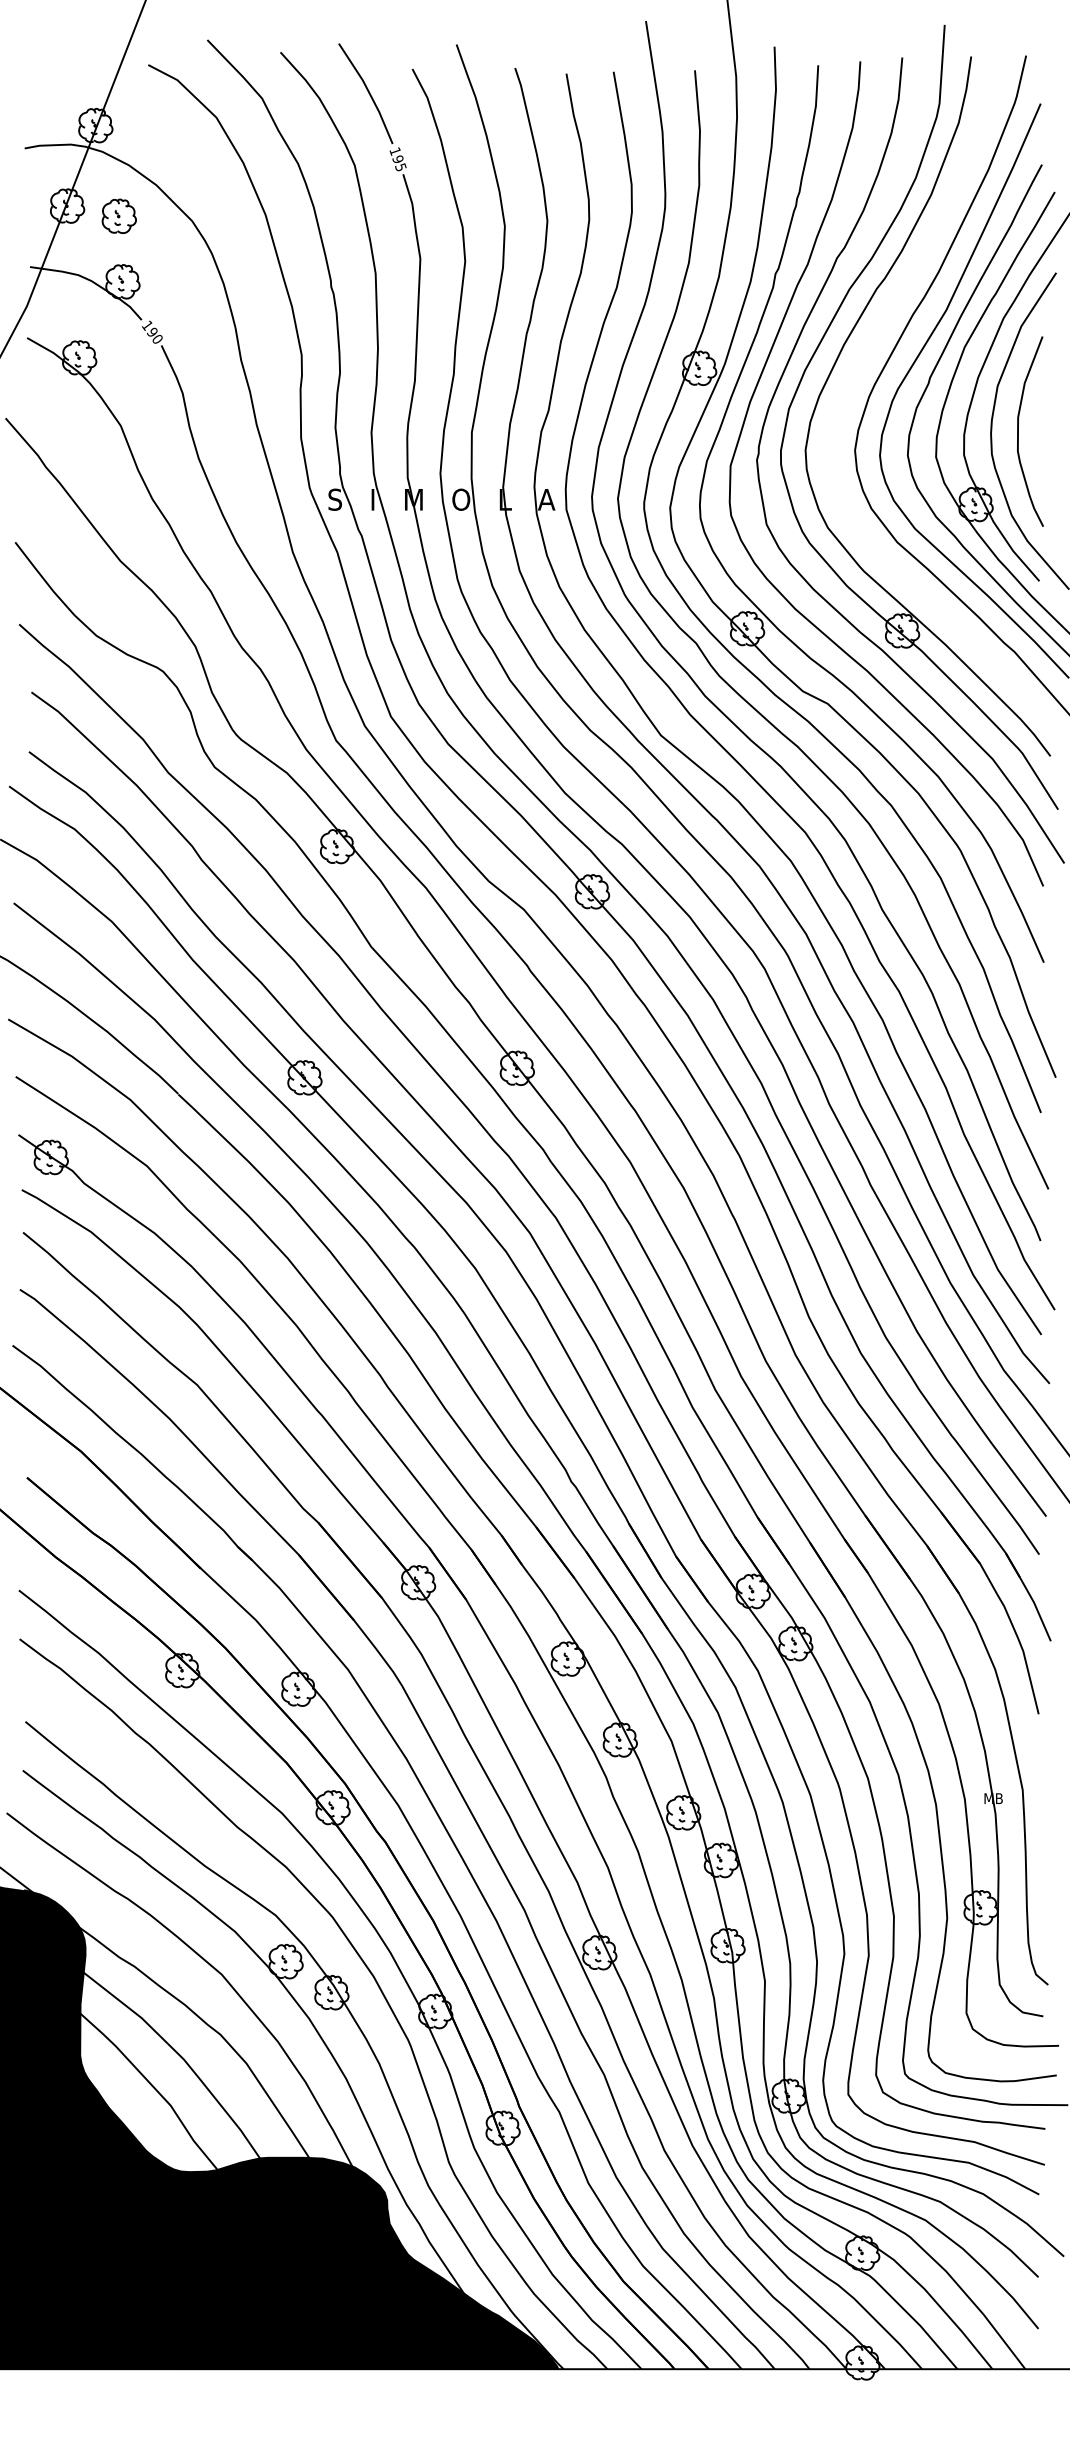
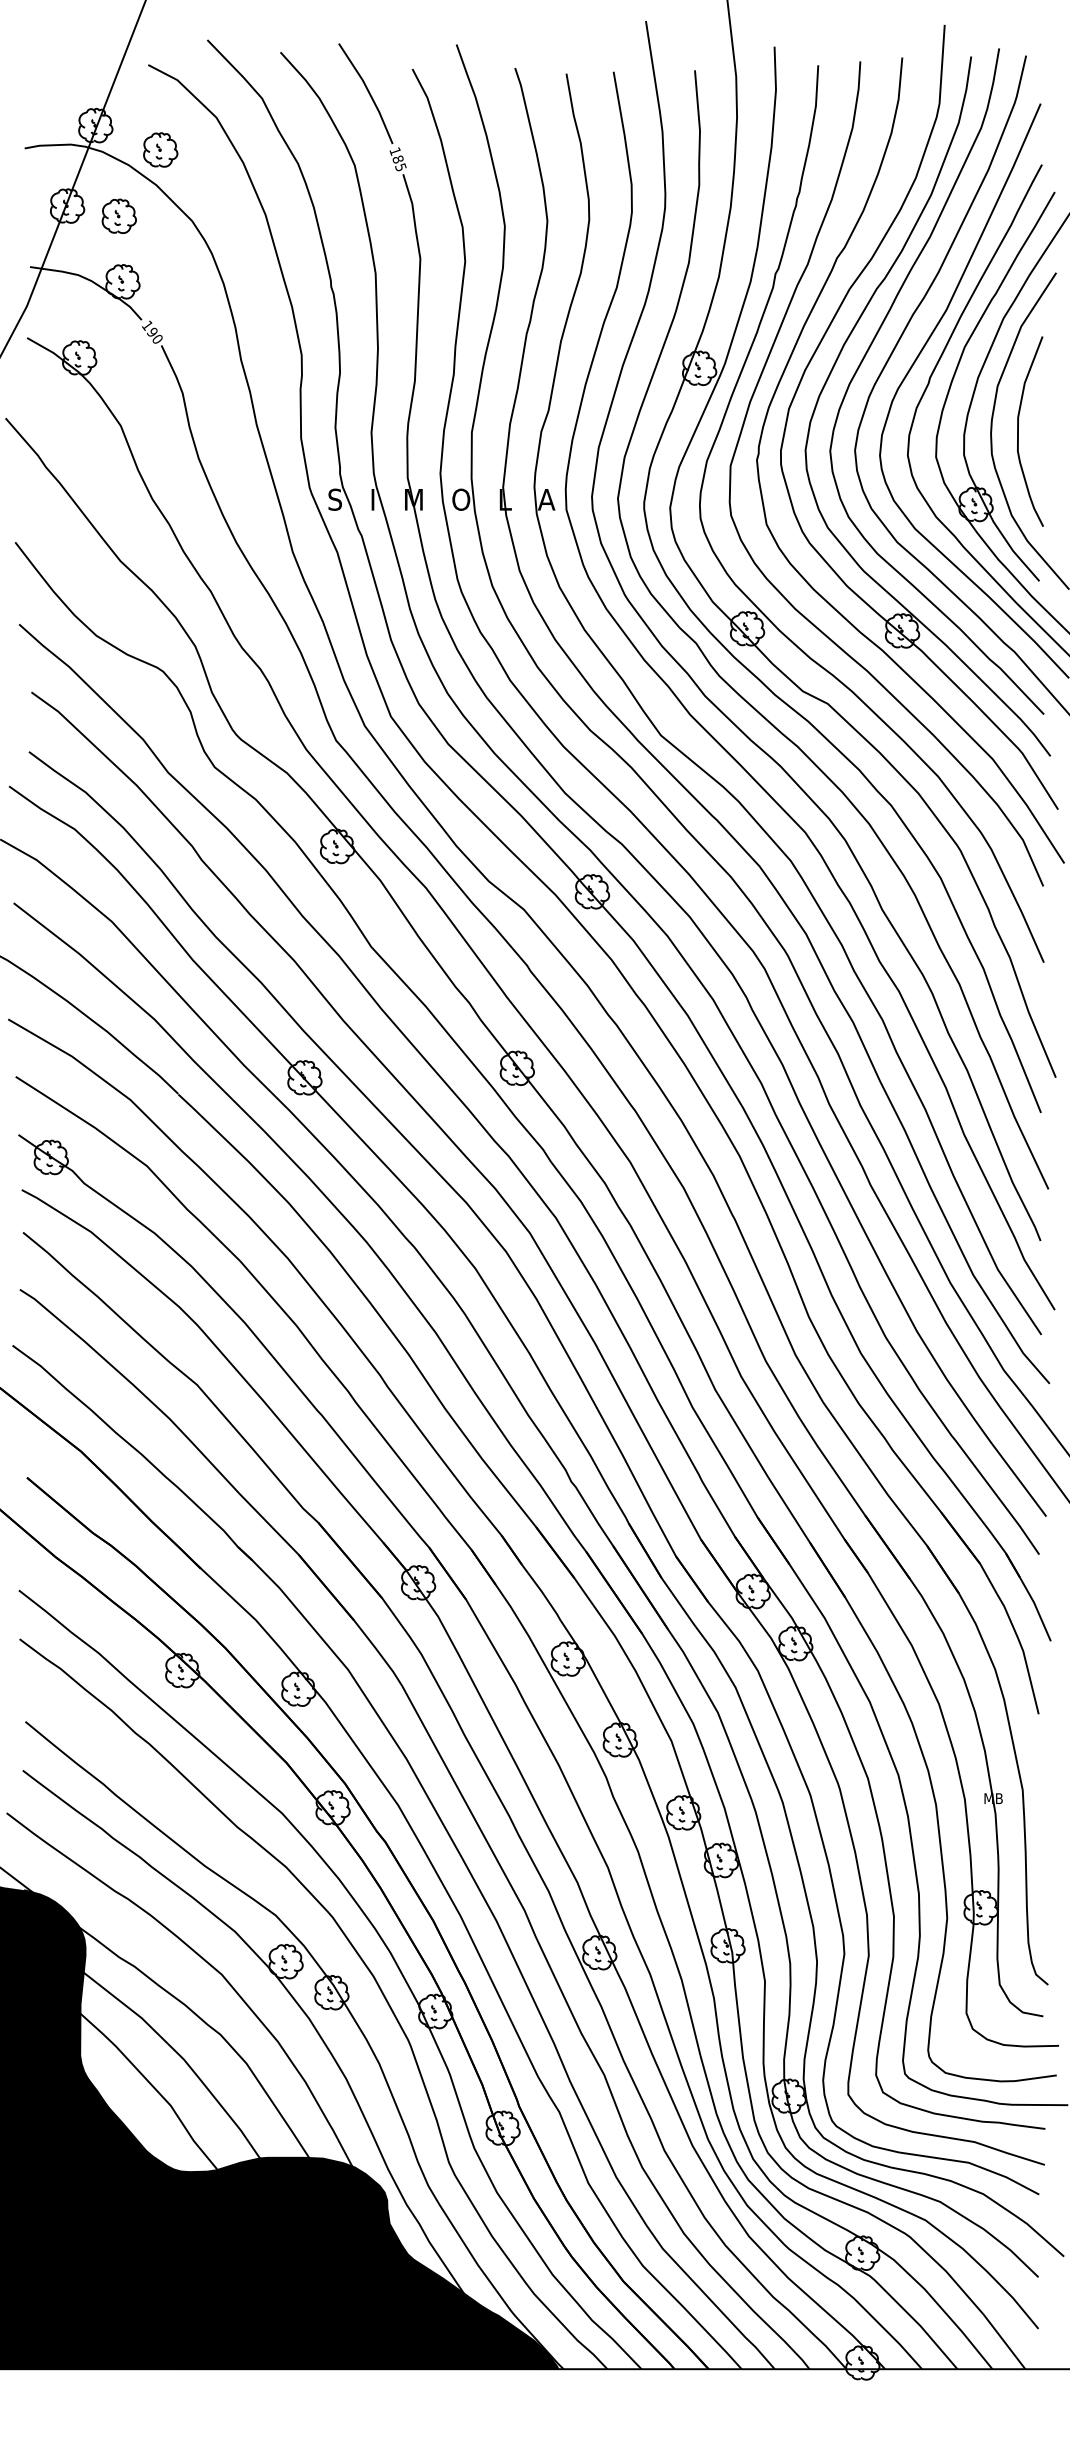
part at (160, 149): none -> present
text at (397, 159): 195 -> 185
curve at (872, 344): none -> present
